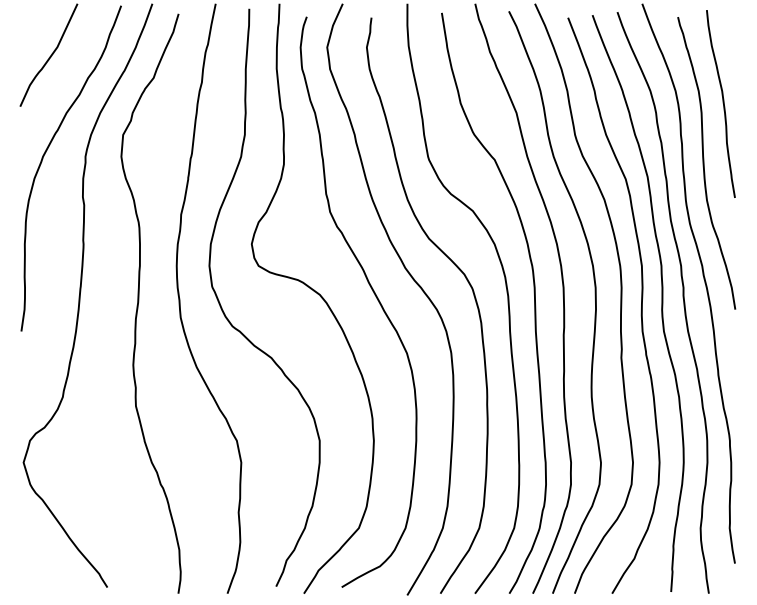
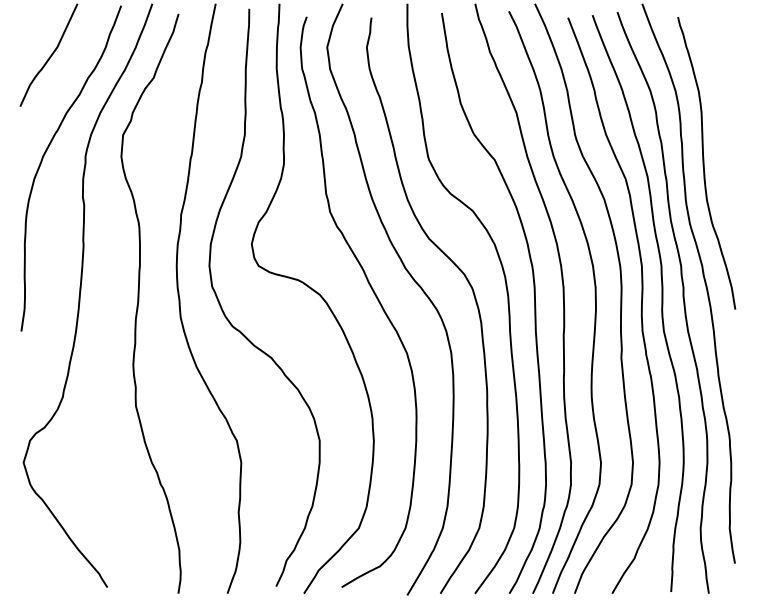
curve at (722, 103): present -> none
